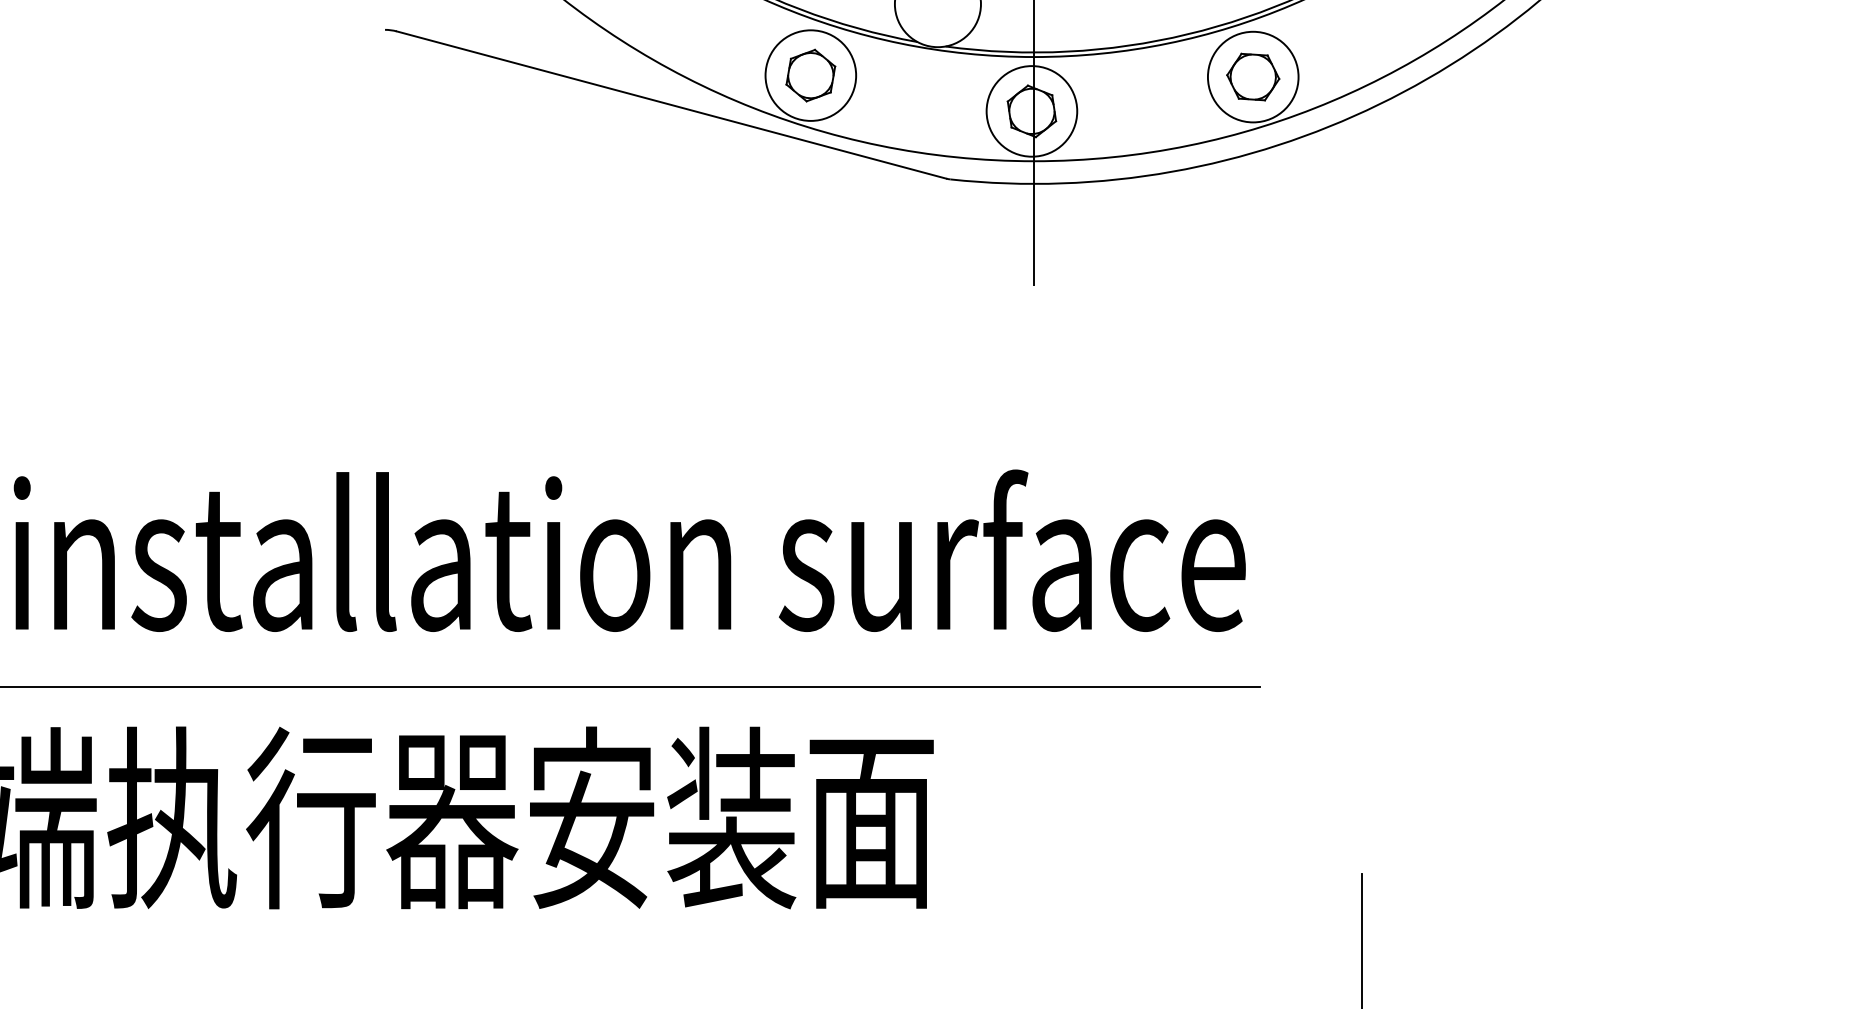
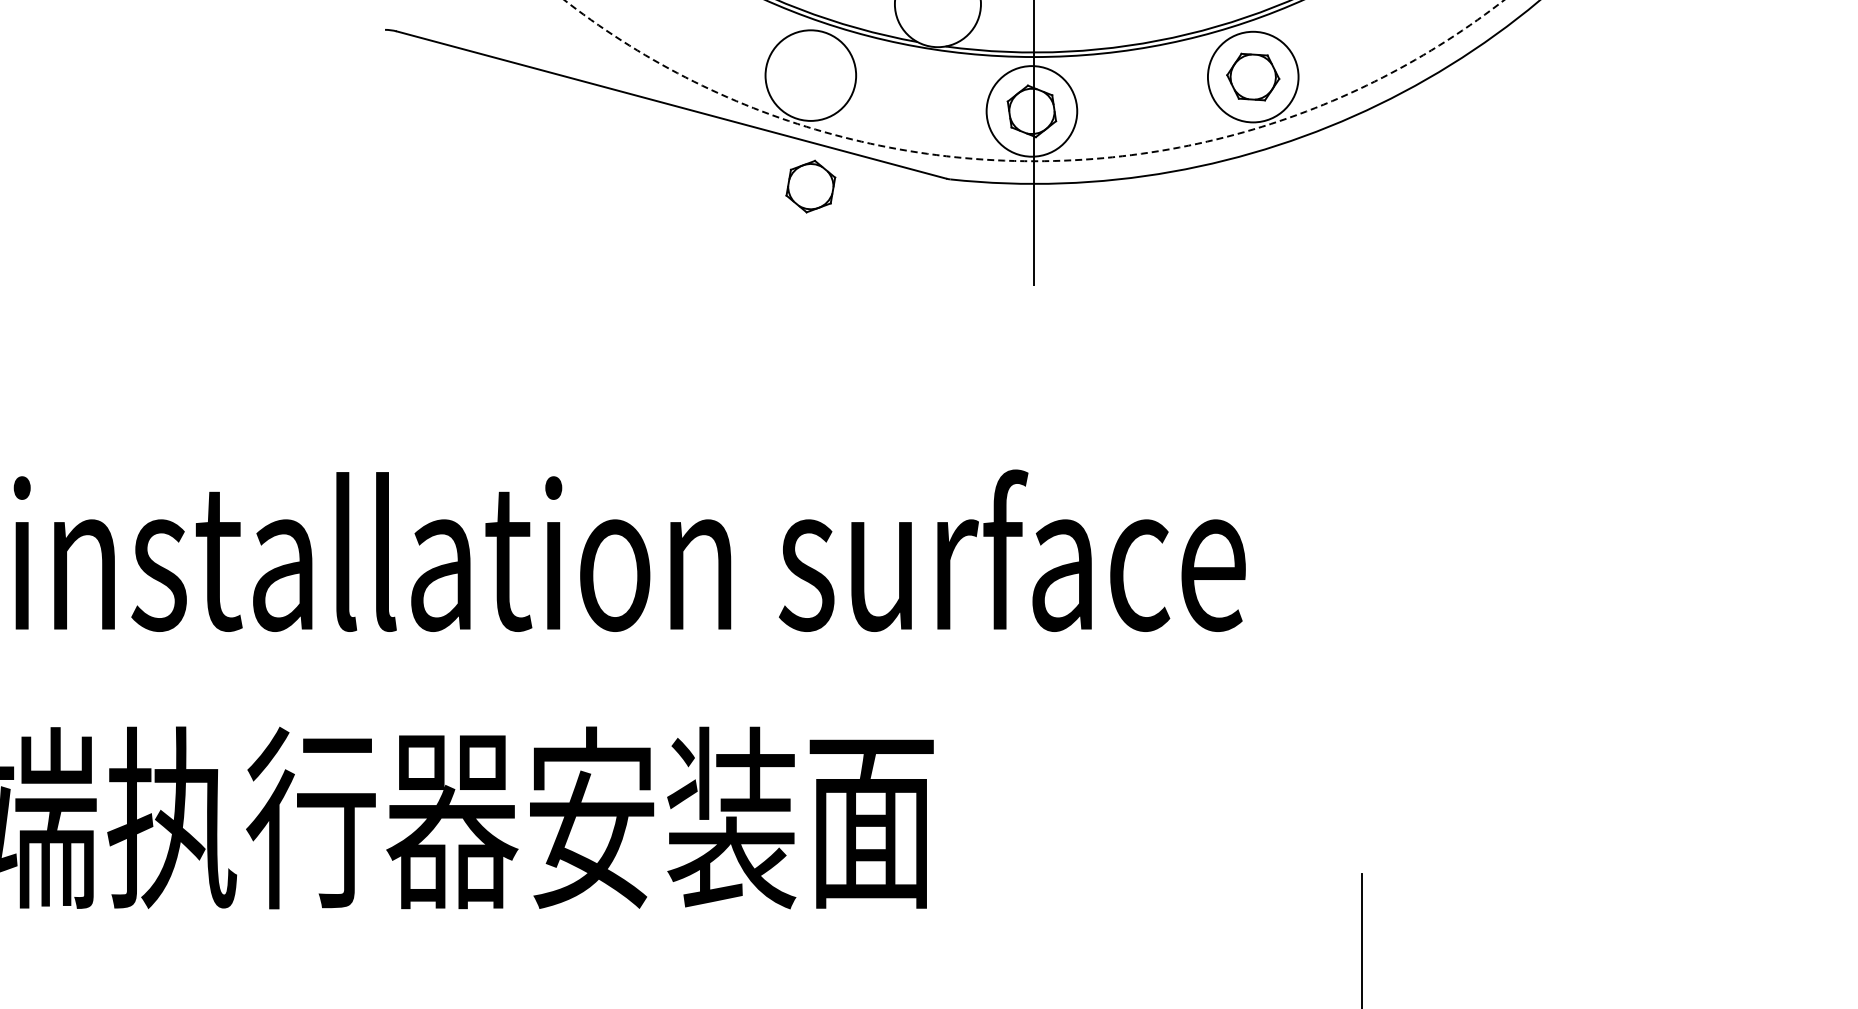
part at (810, 75) position: (810, 75) -> (810, 186)
circle at (1033, 80): solid -> dashed
line at (630, 687): present -> none
